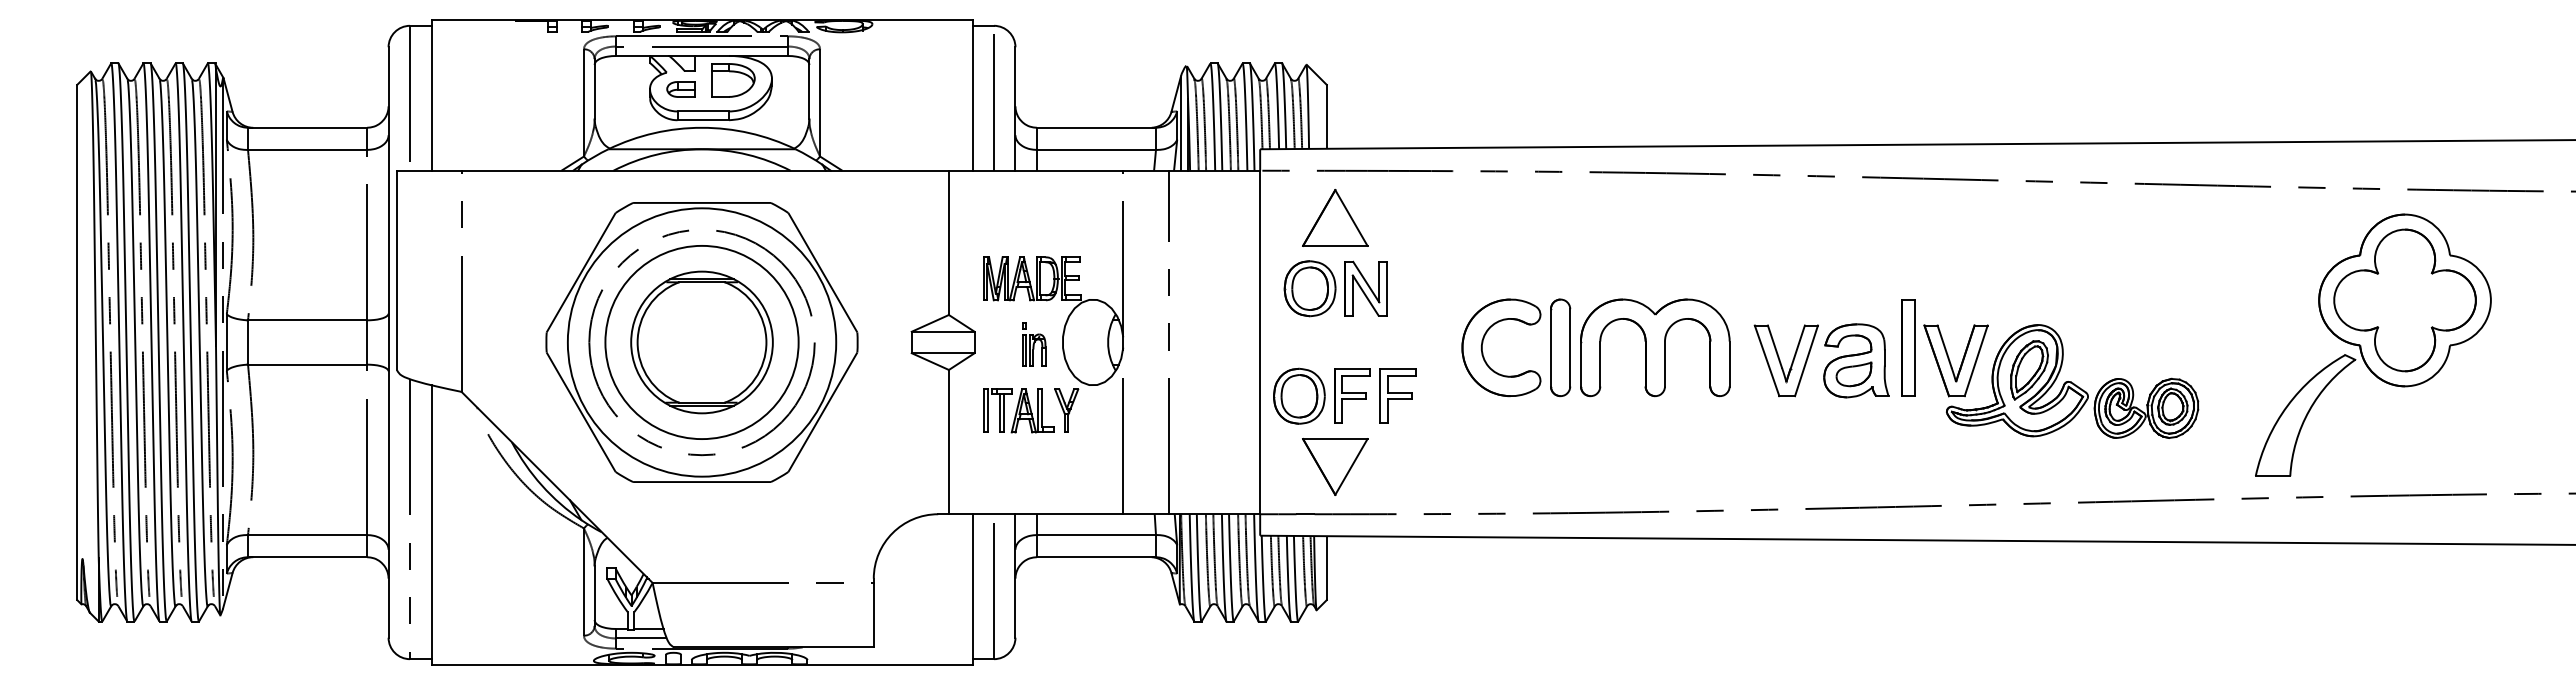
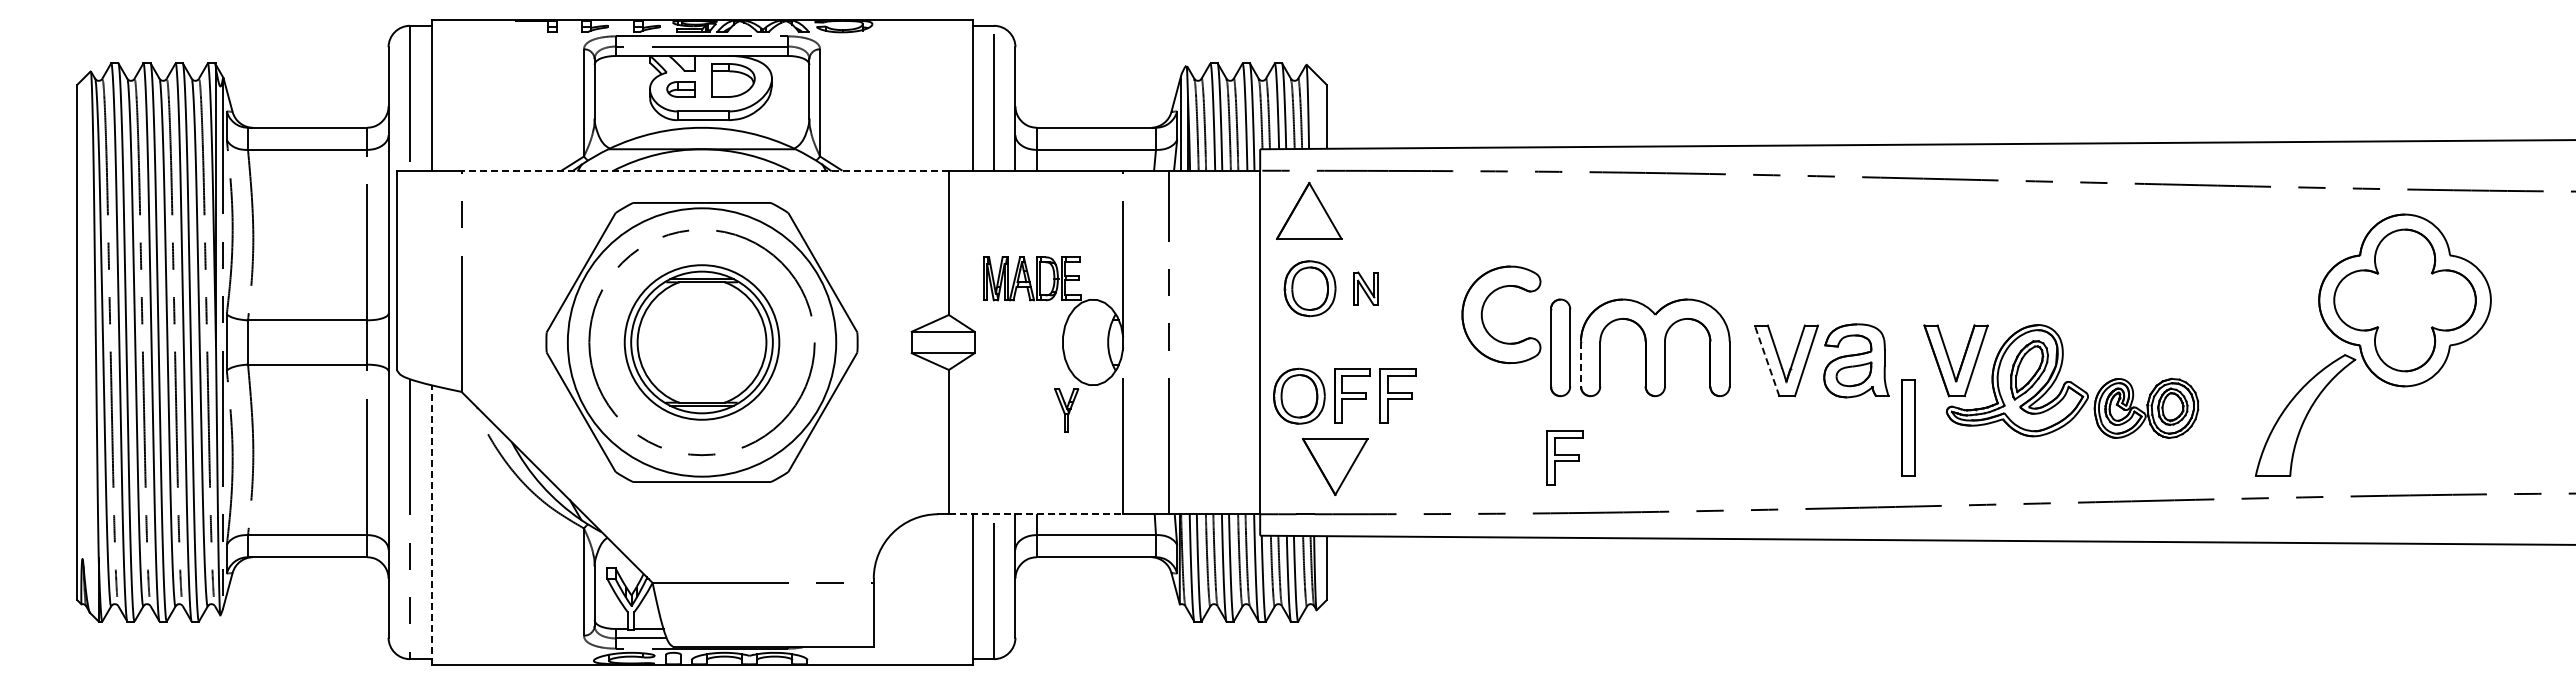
line at (705, 170): solid -> dashed
part at (1335, 217) position: (1335, 217) -> (1309, 210)
part at (1365, 288) size: 44x57 px -> 26x35 px
circle at (701, 342) diameter: 193 px -> 155 px
part at (1483, 343) position: (1483, 343) -> (1483, 310)
part at (1034, 344): present -> none
part at (1908, 347) position: (1908, 347) -> (1908, 427)
line at (1766, 360): solid -> dashed
line at (1580, 364): solid -> dashed
part at (1018, 410): present -> none
part at (1564, 457): none -> present
line at (1036, 514): solid -> dashed
line at (431, 524): solid -> dashed
